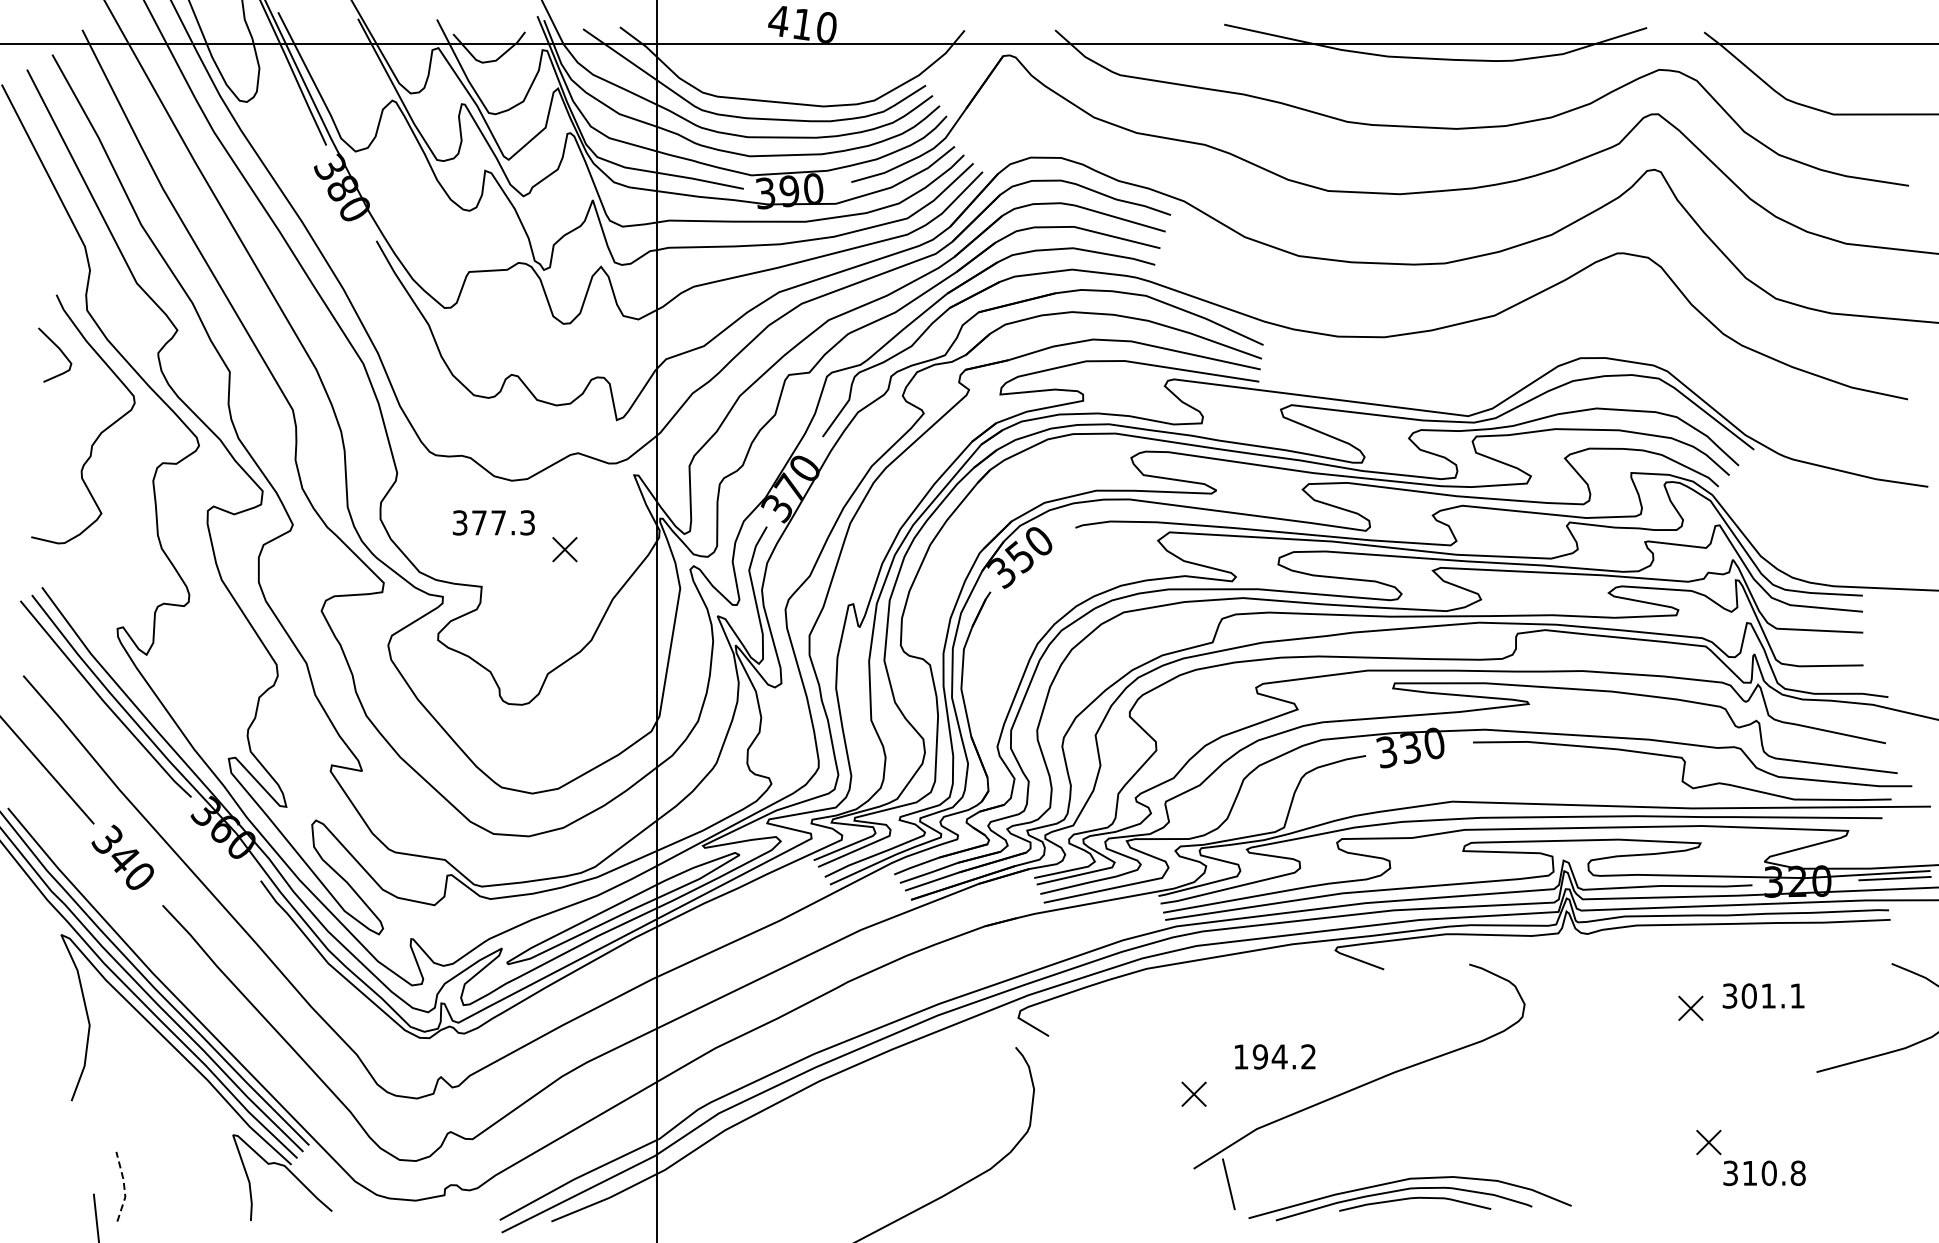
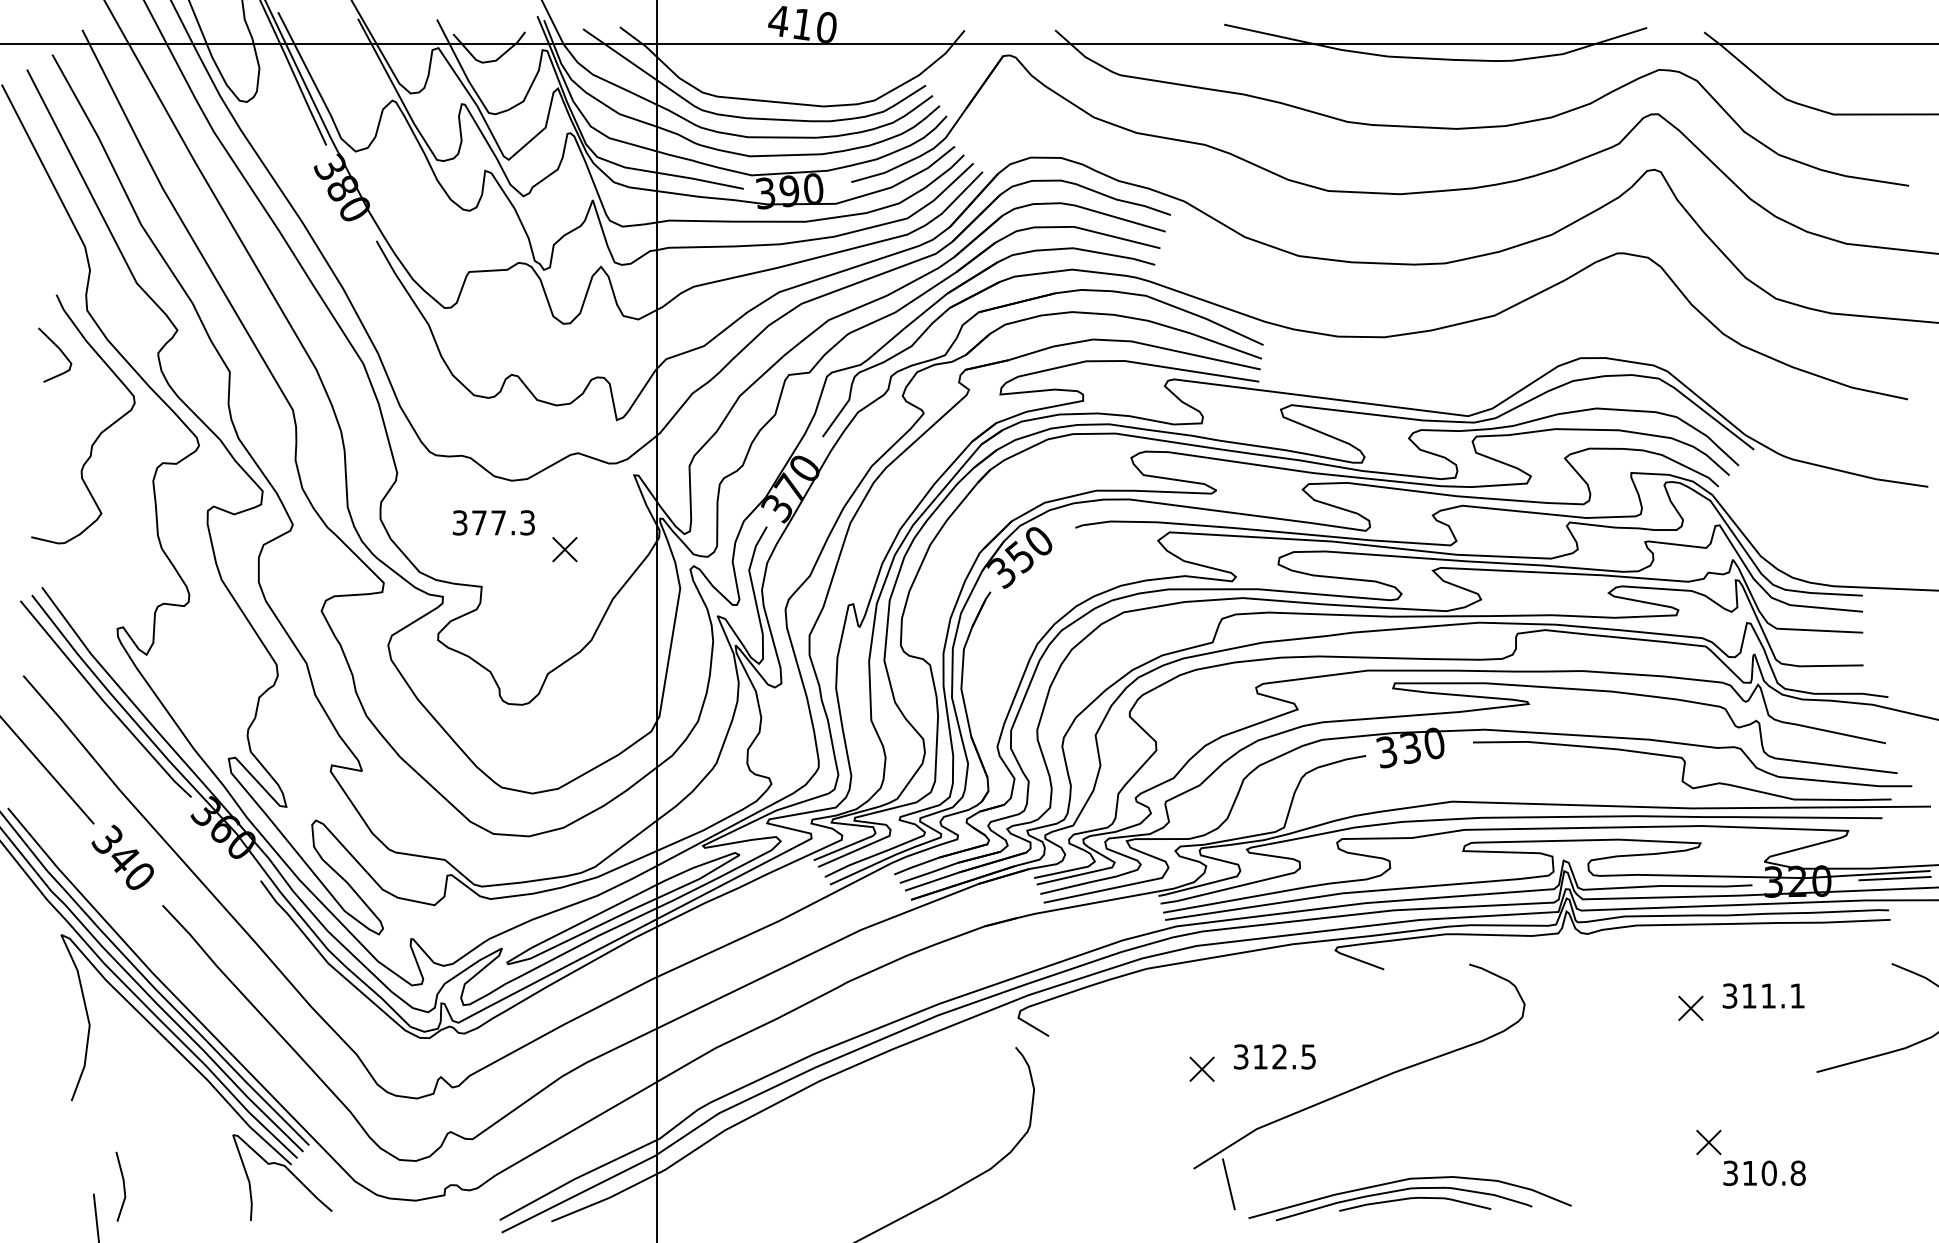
text at (1748, 995): 301.1 -> 311.1
text at (1274, 1056): 194.2 -> 312.5
part at (1193, 1093) position: (1193, 1093) -> (1201, 1068)
line at (124, 1186): dashed -> solid
